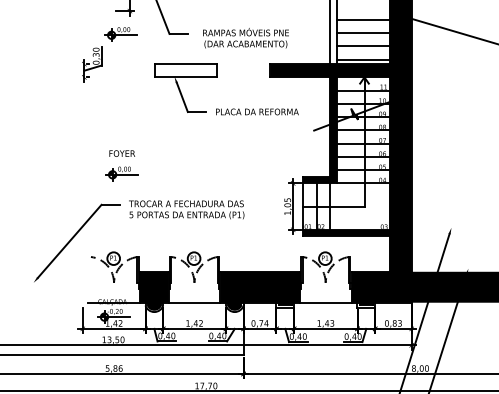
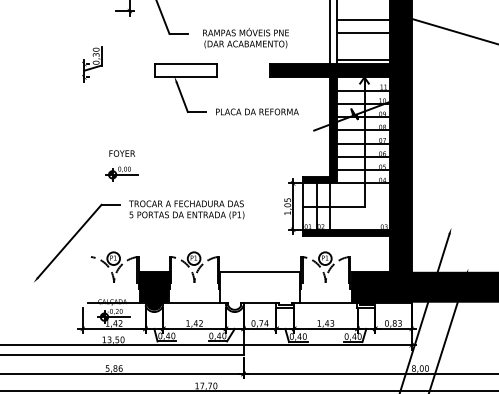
part at (120, 34): present -> none
line at (362, 46): present -> none
fill at (259, 290): present -> none
